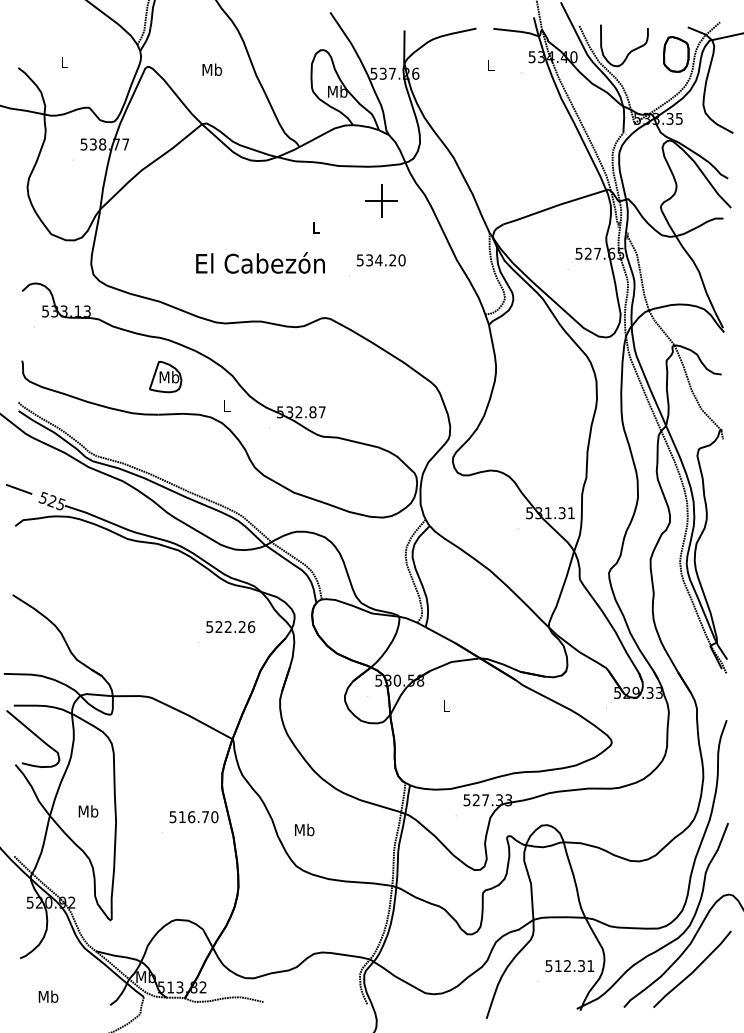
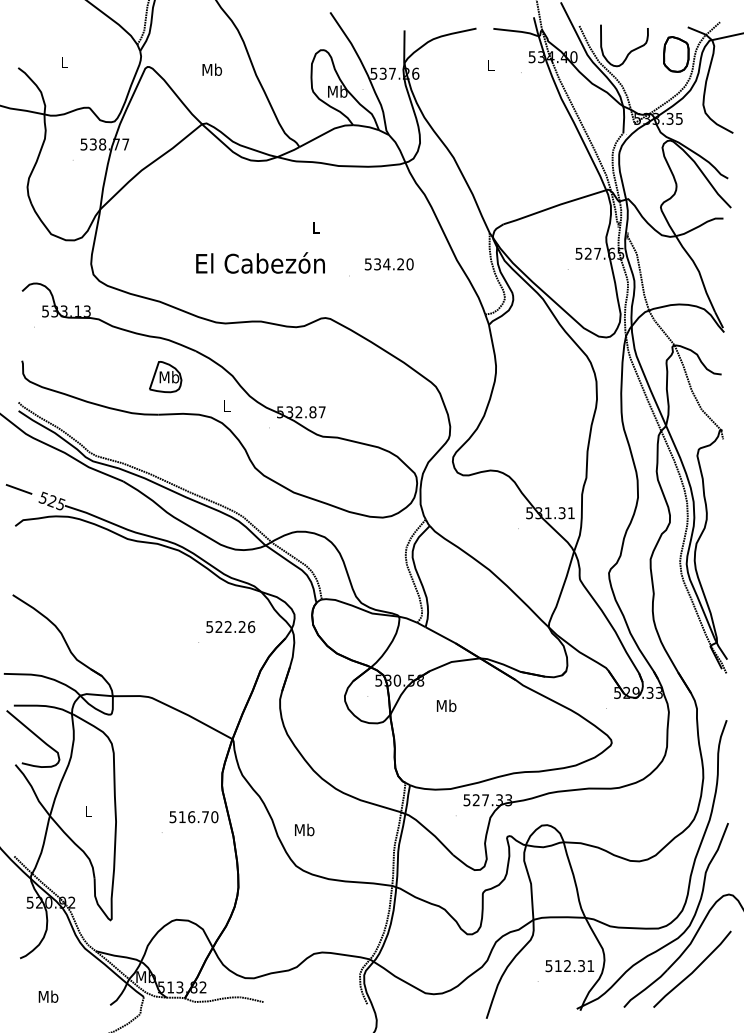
part at (381, 200): present -> none
text at (380, 260) position: (380, 260) -> (388, 264)
text at (446, 705): L -> Mb
text at (88, 811): Mb -> L
